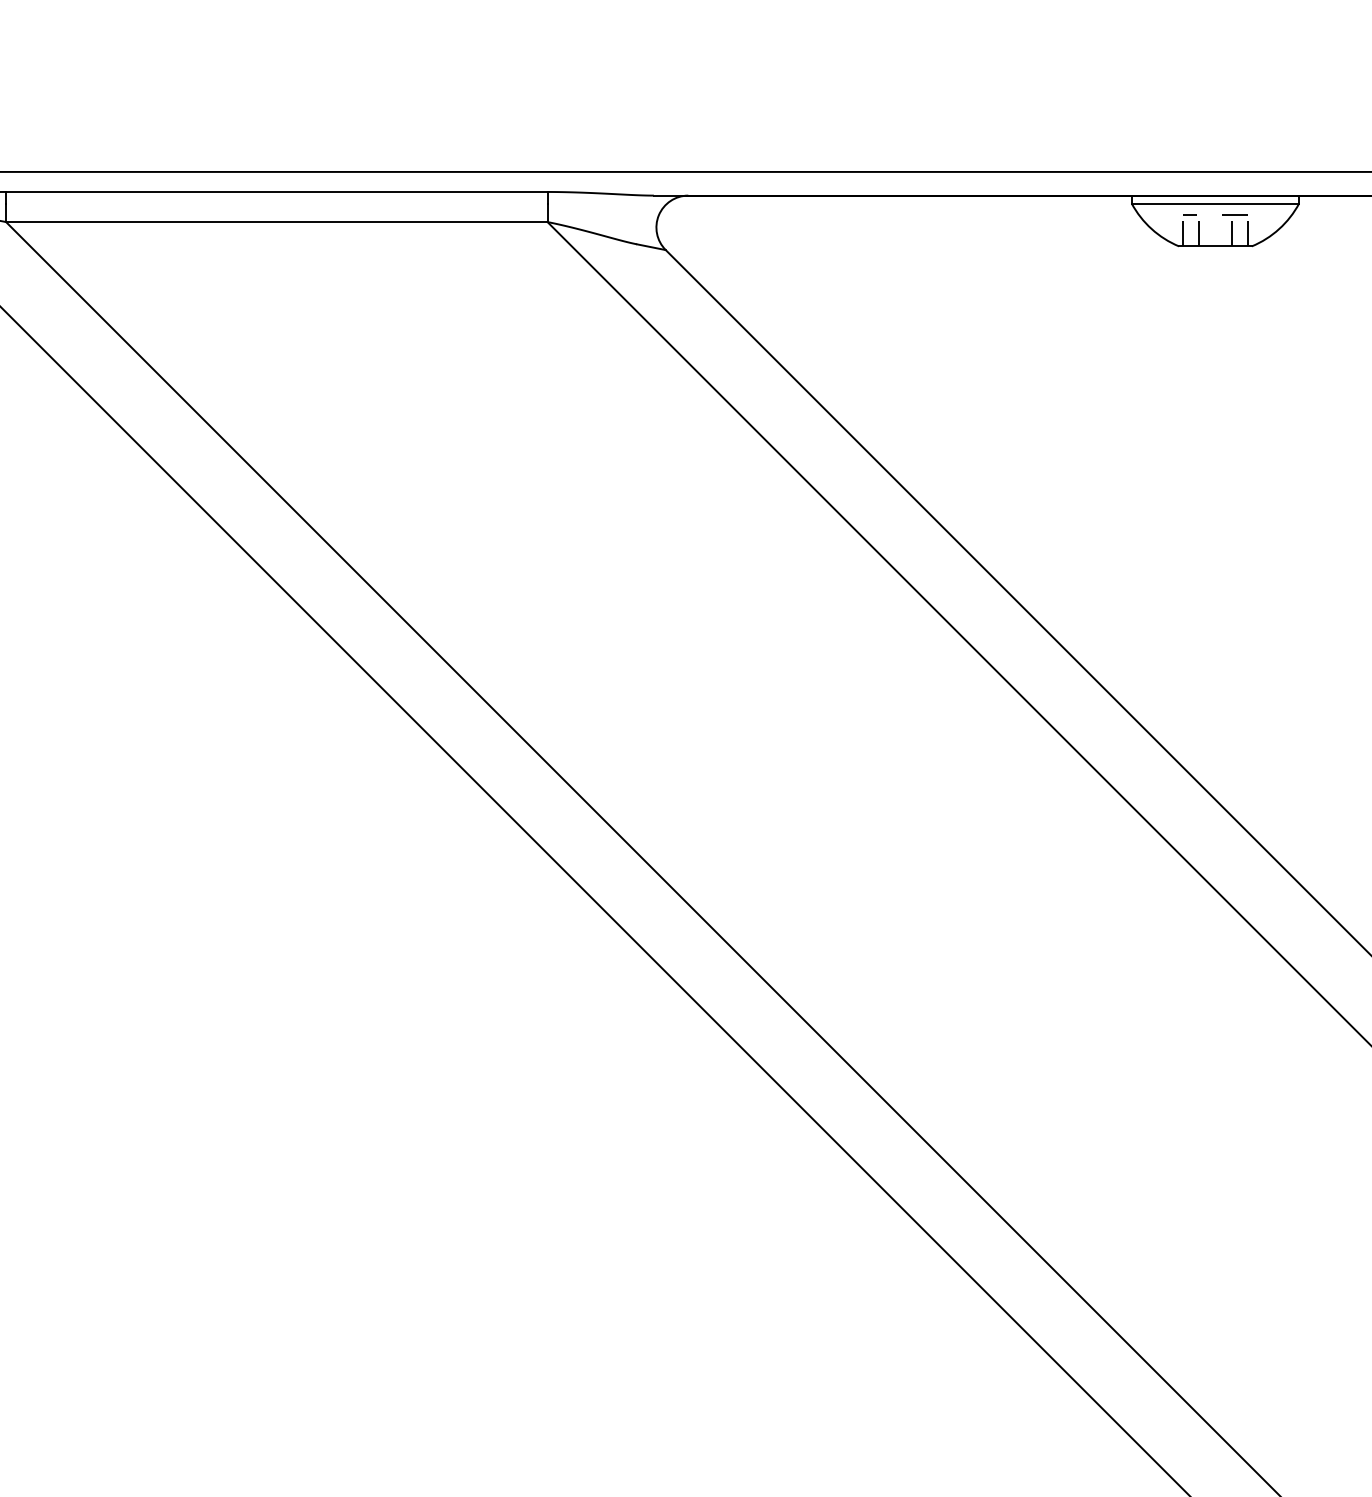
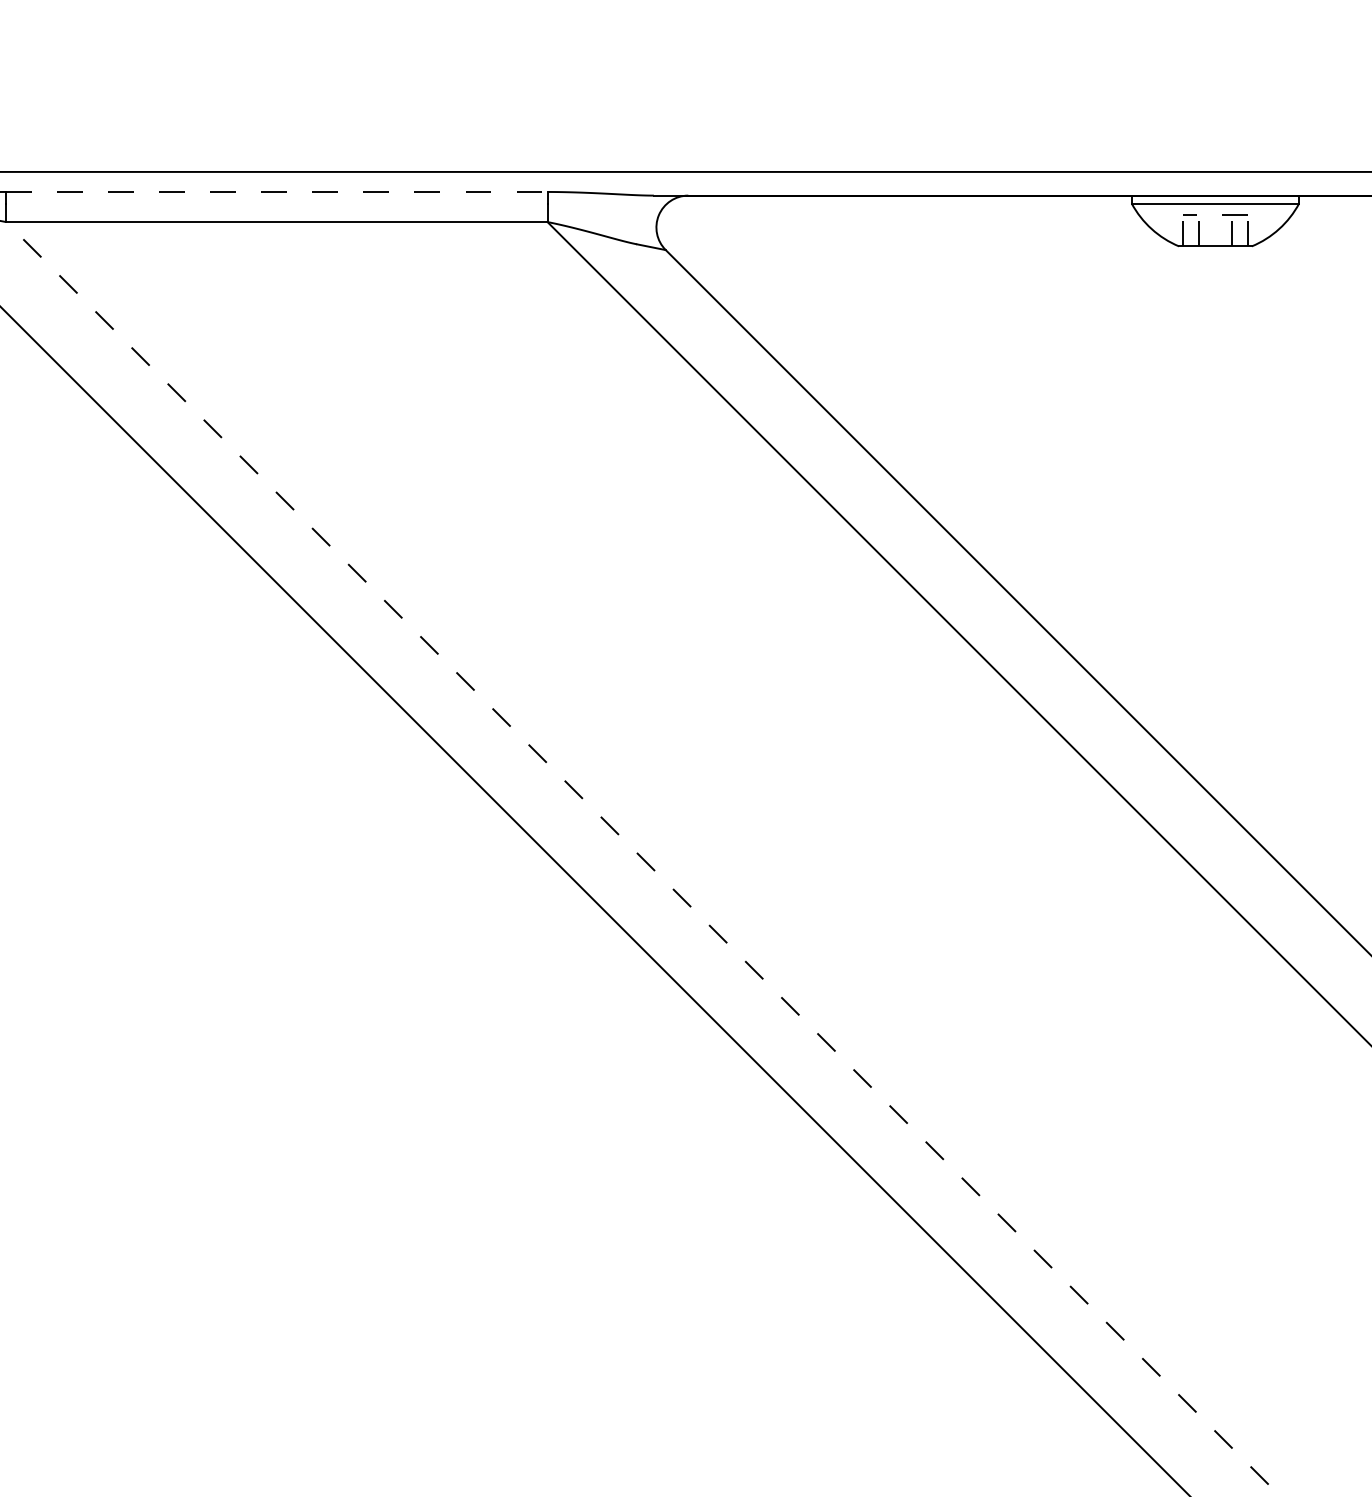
line at (276, 191): solid -> dashed
line at (643, 859): solid -> dashed
